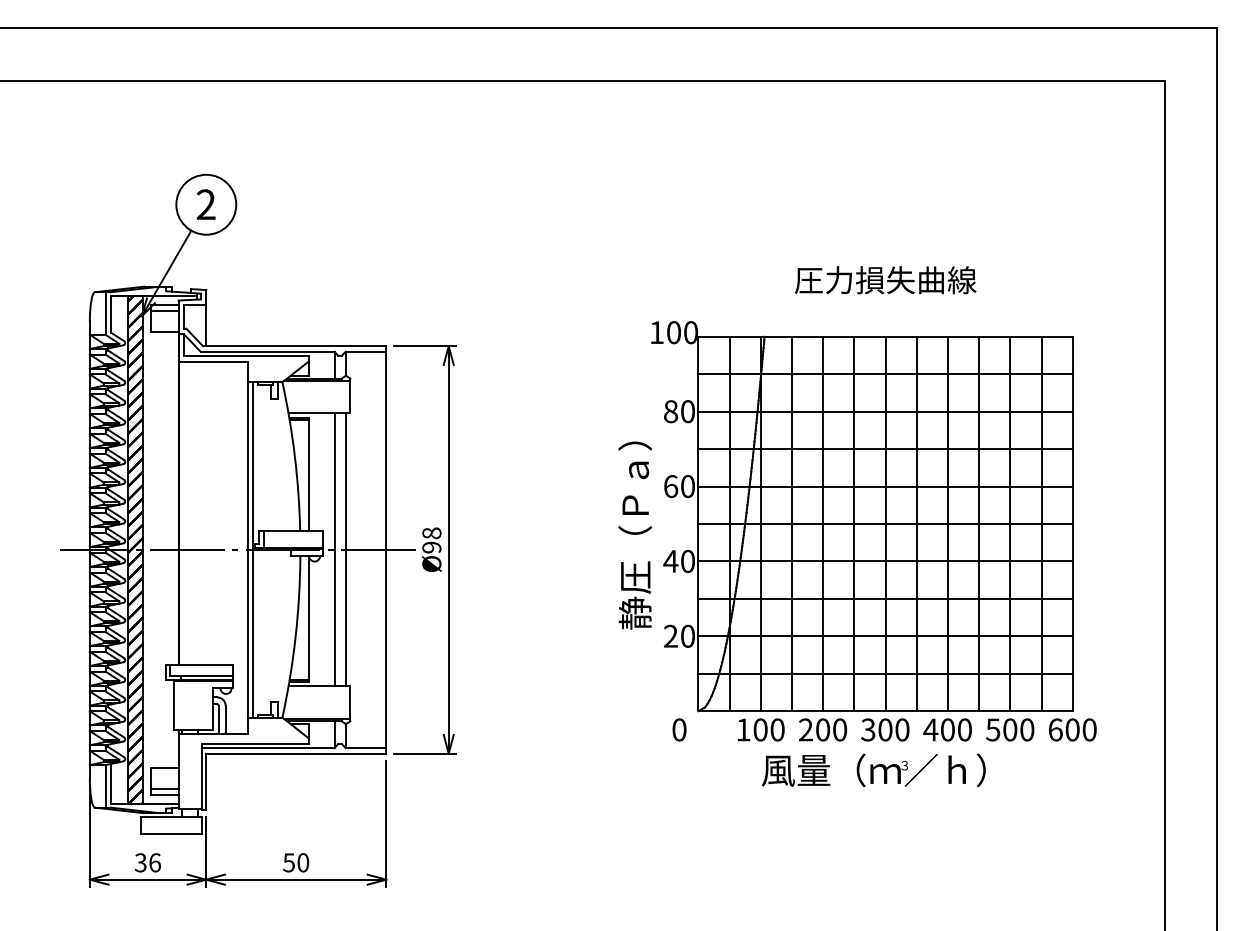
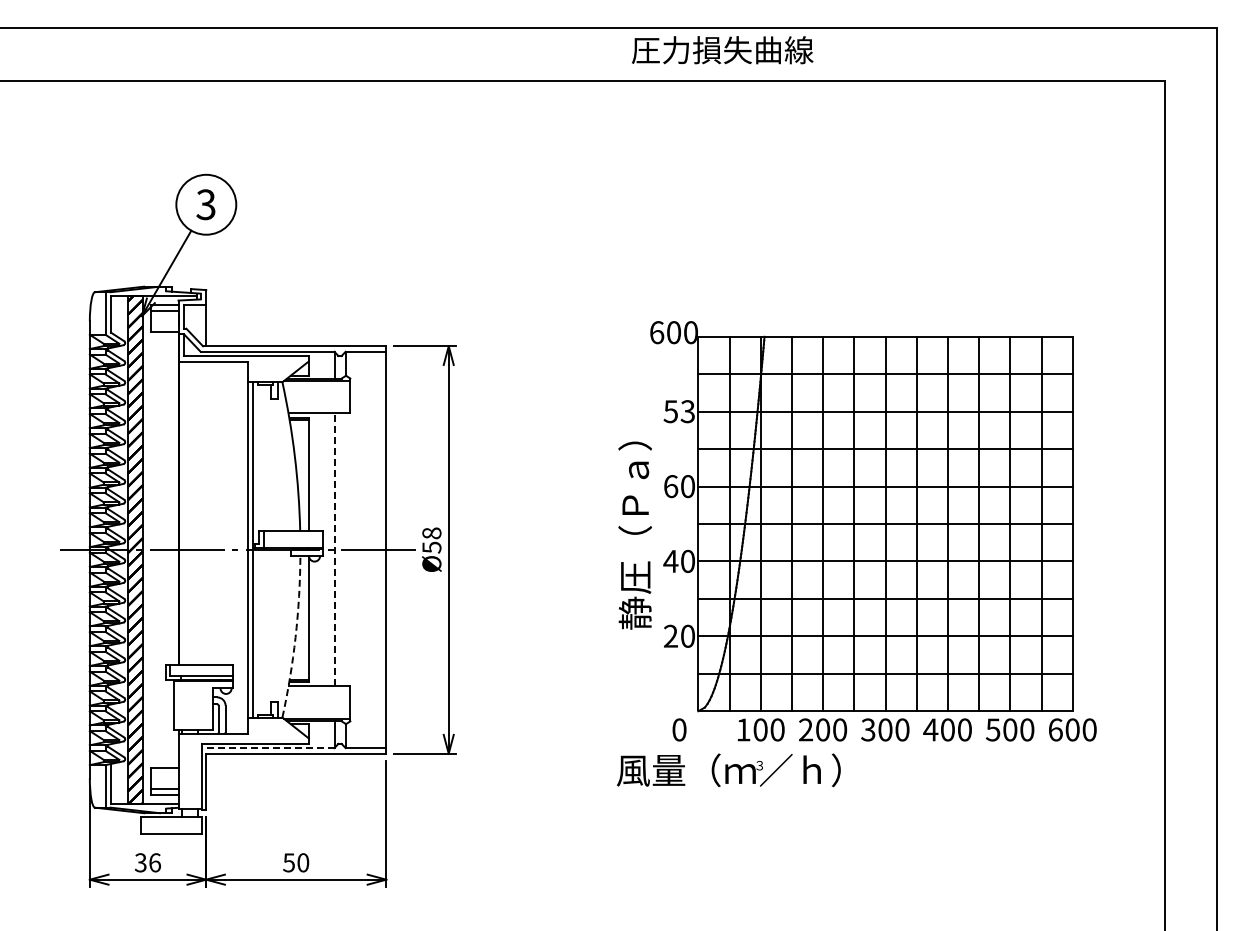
text at (205, 204): 2 -> 3
text at (885, 280) position: (885, 280) -> (722, 50)
text at (657, 332): 100 -> 600
text at (678, 411): 80 -> 53
text at (431, 547): Ø98 -> Ø58
line at (334, 549): solid -> dashed
line at (345, 549): present -> none
arc at (295, 637): solid -> dashed
line at (268, 748): solid -> dashed
text at (873, 770) position: (873, 770) -> (728, 770)
